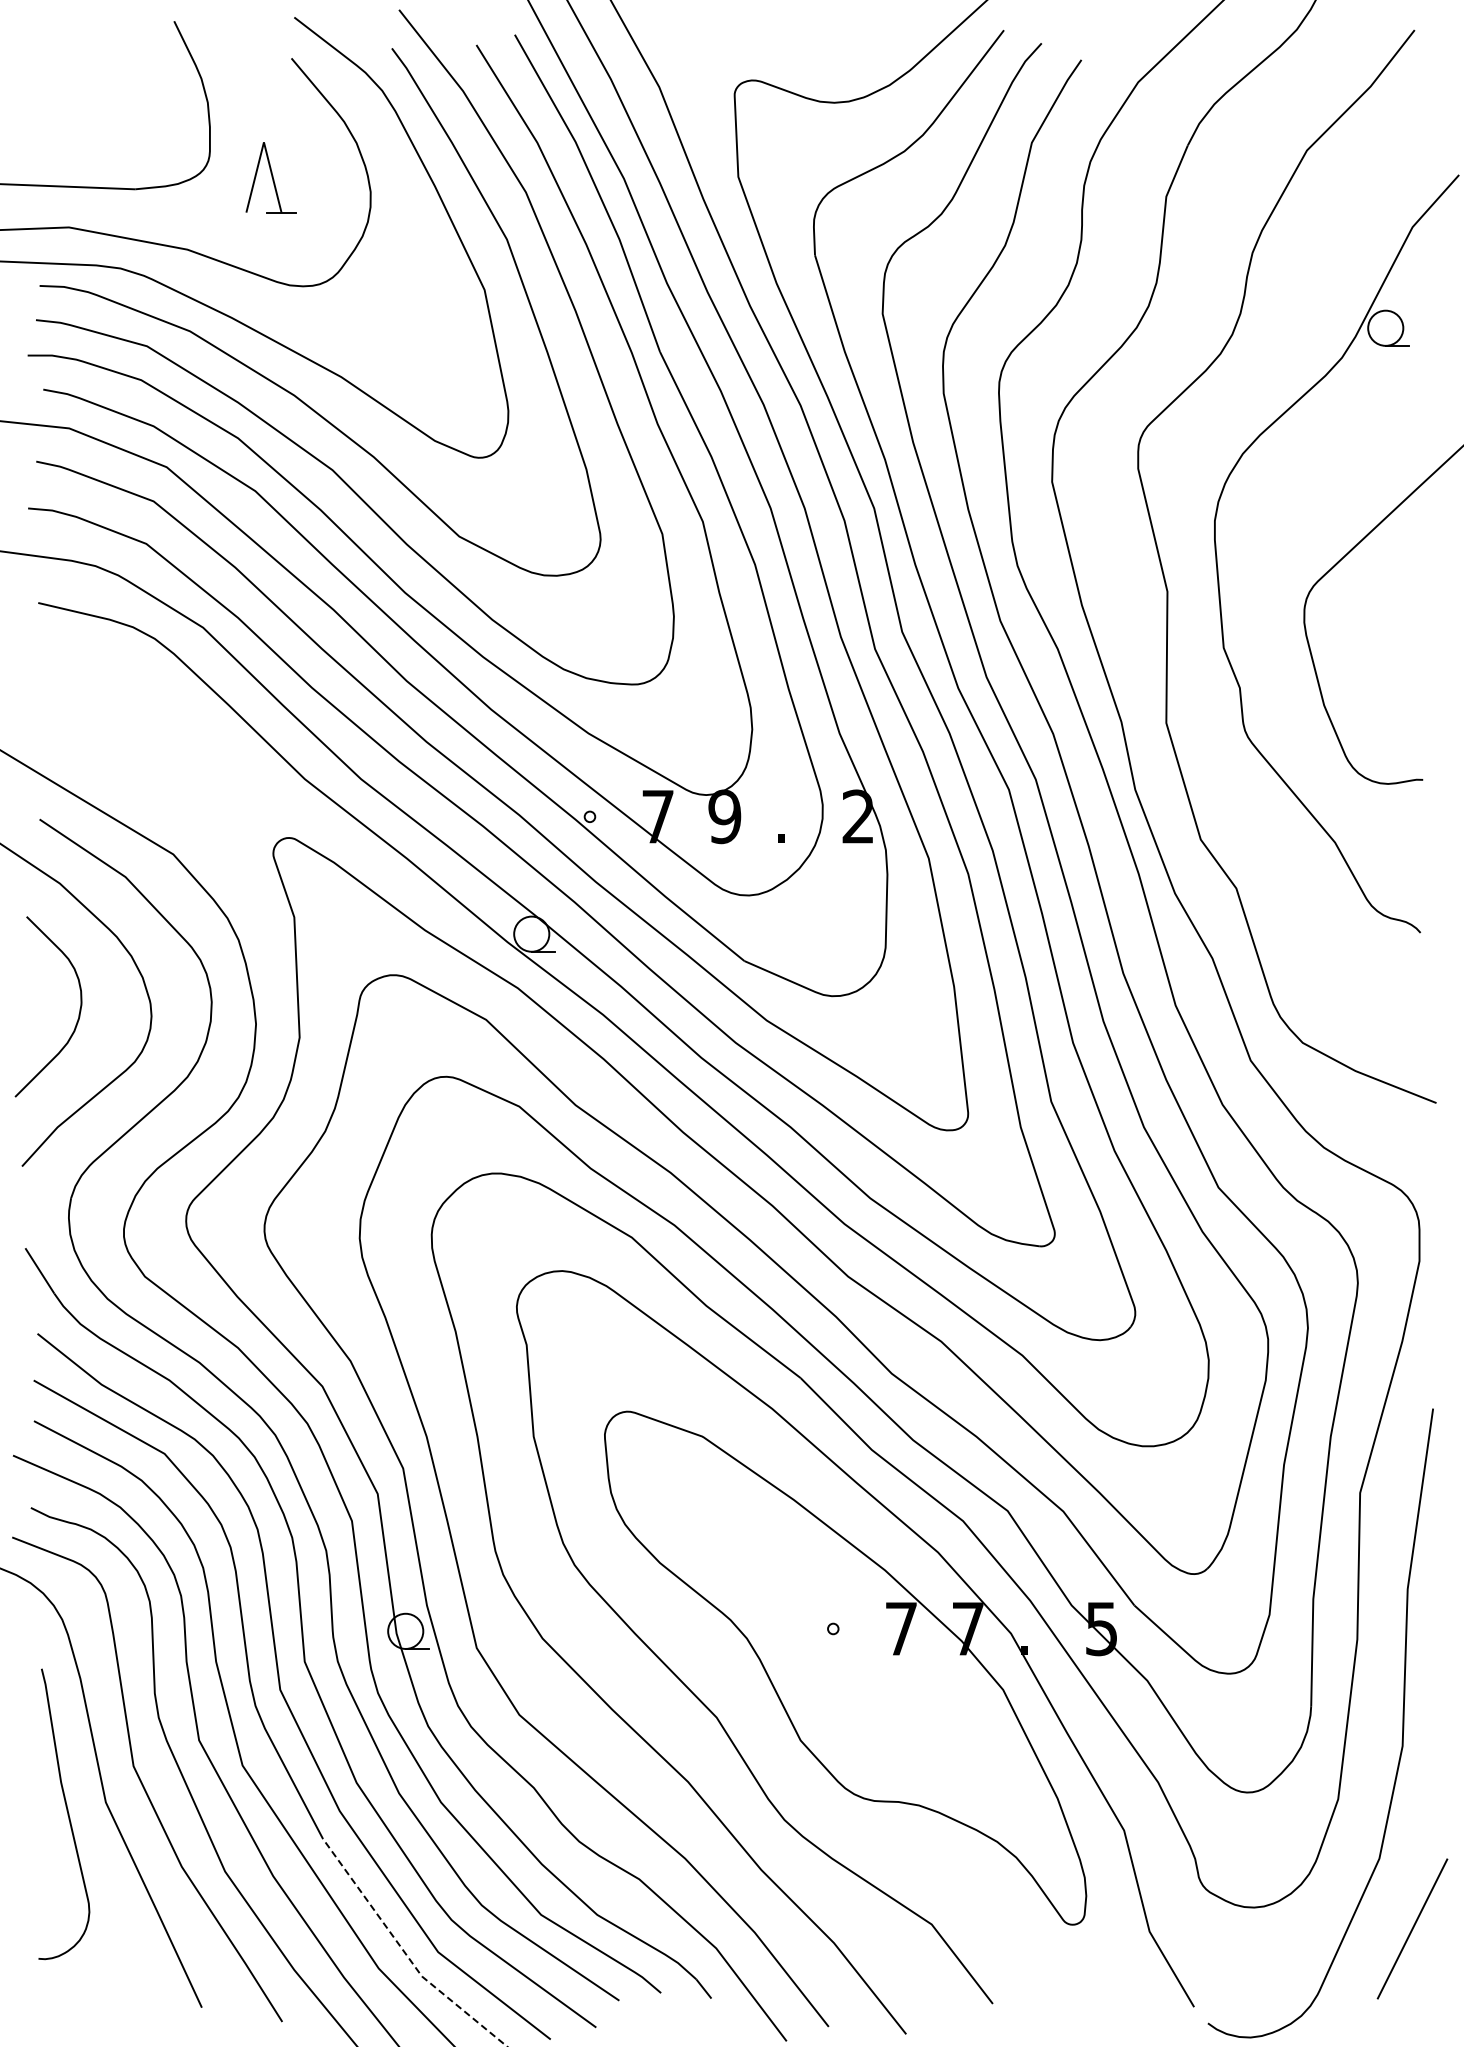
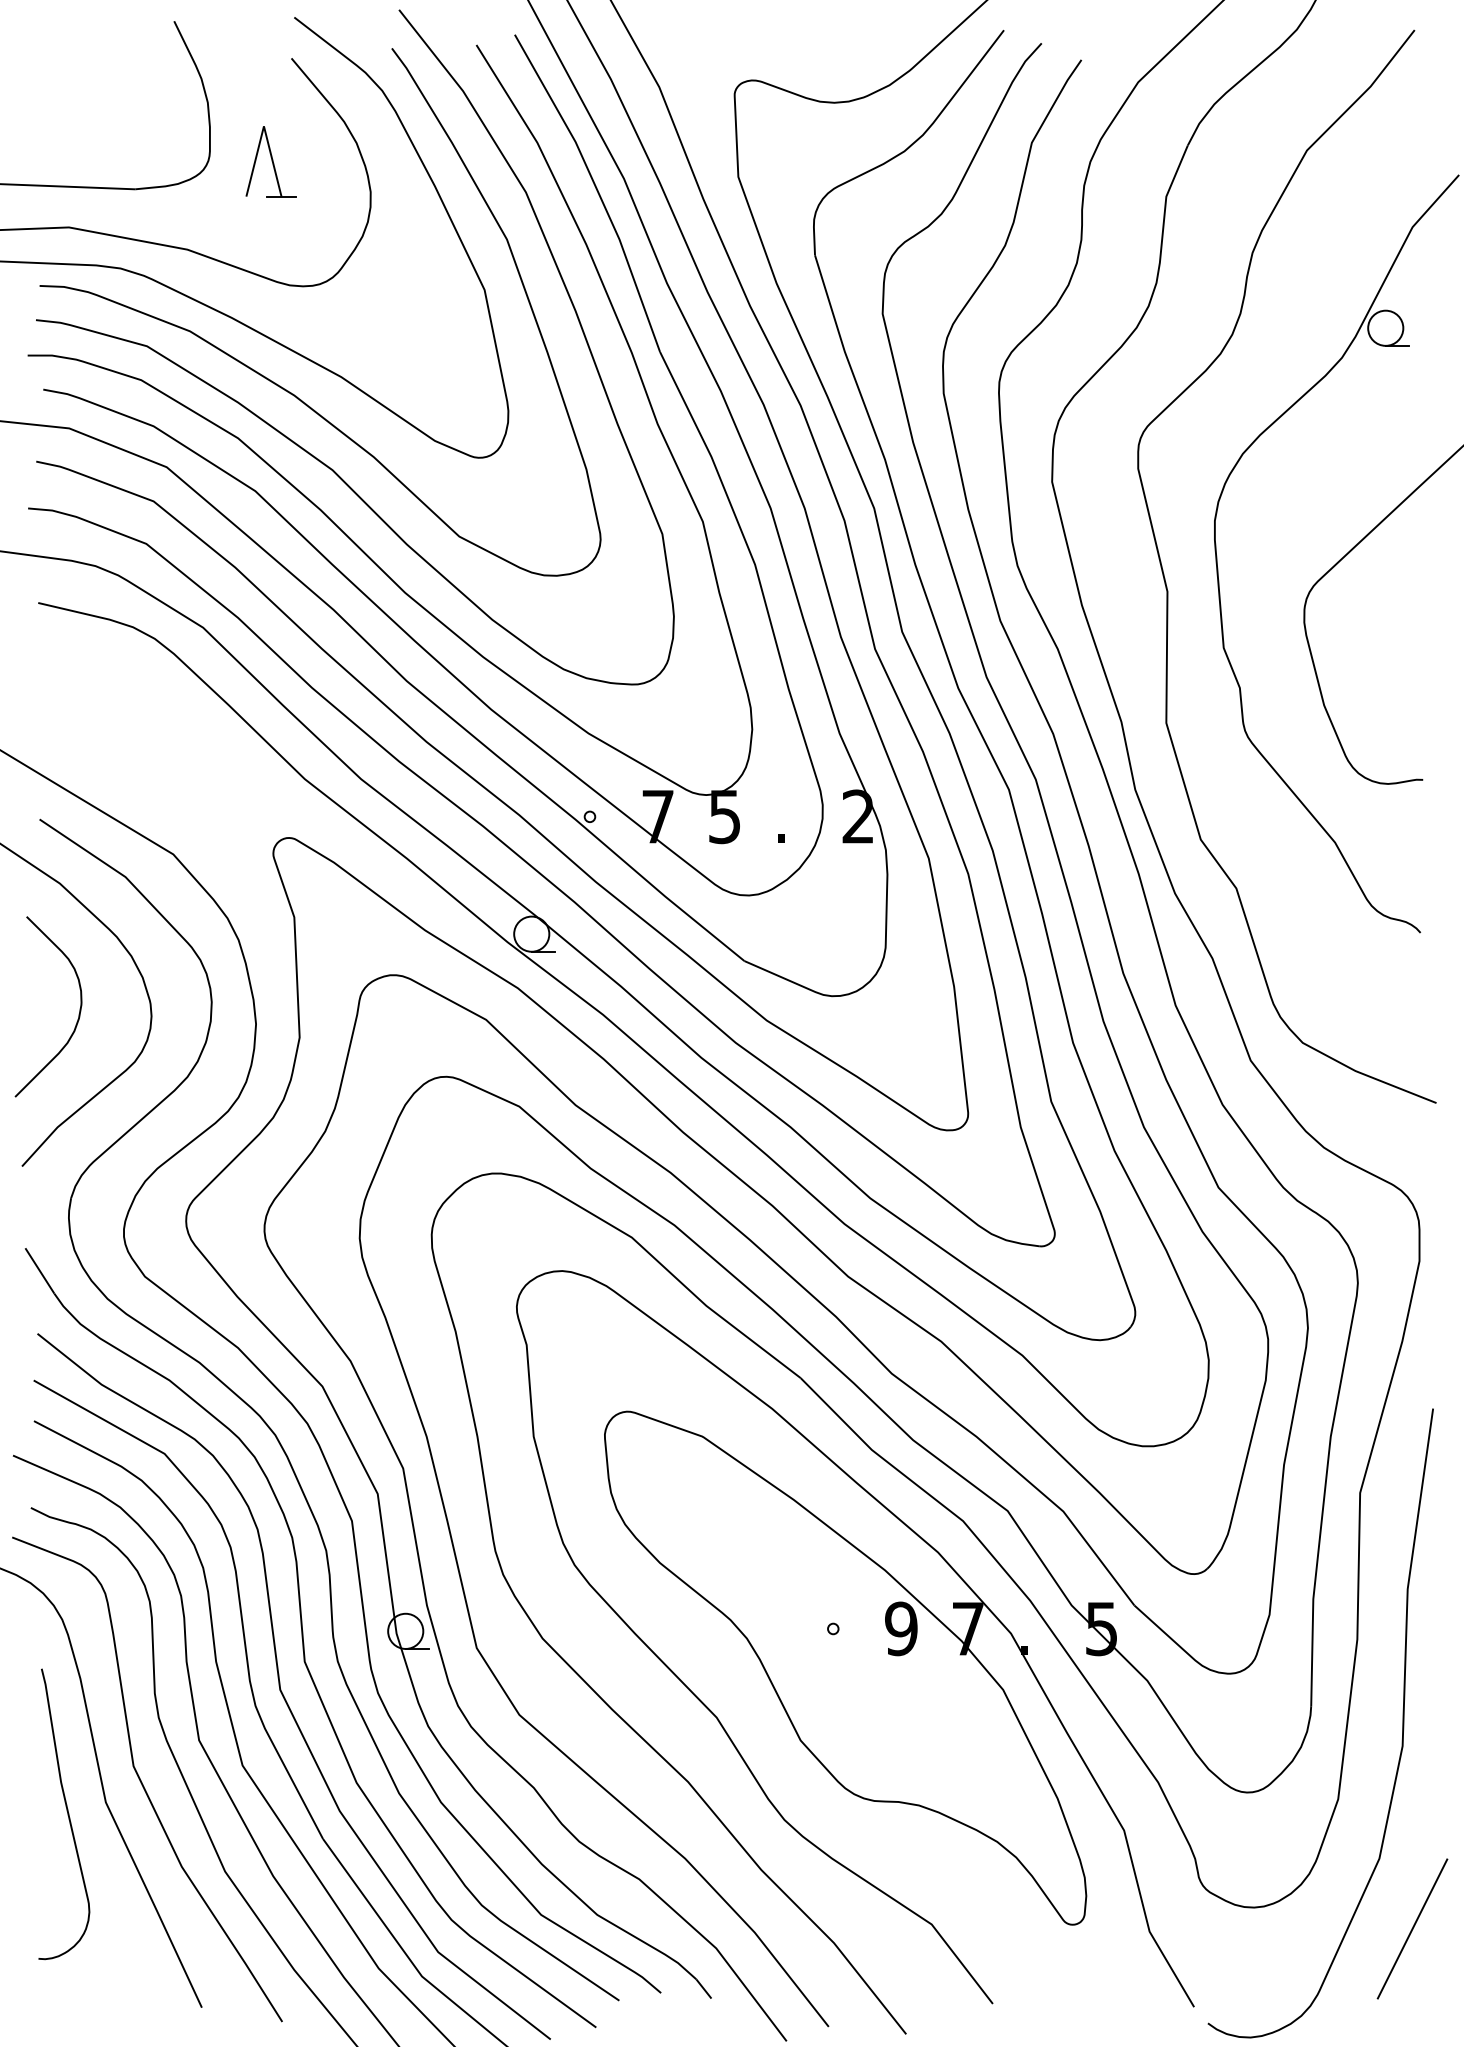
part at (270, 177) position: (270, 177) -> (270, 161)
text at (724, 816): 9 -> 5
text at (901, 1628): 7 -> 9
line at (405, 1953): dashed -> solid
